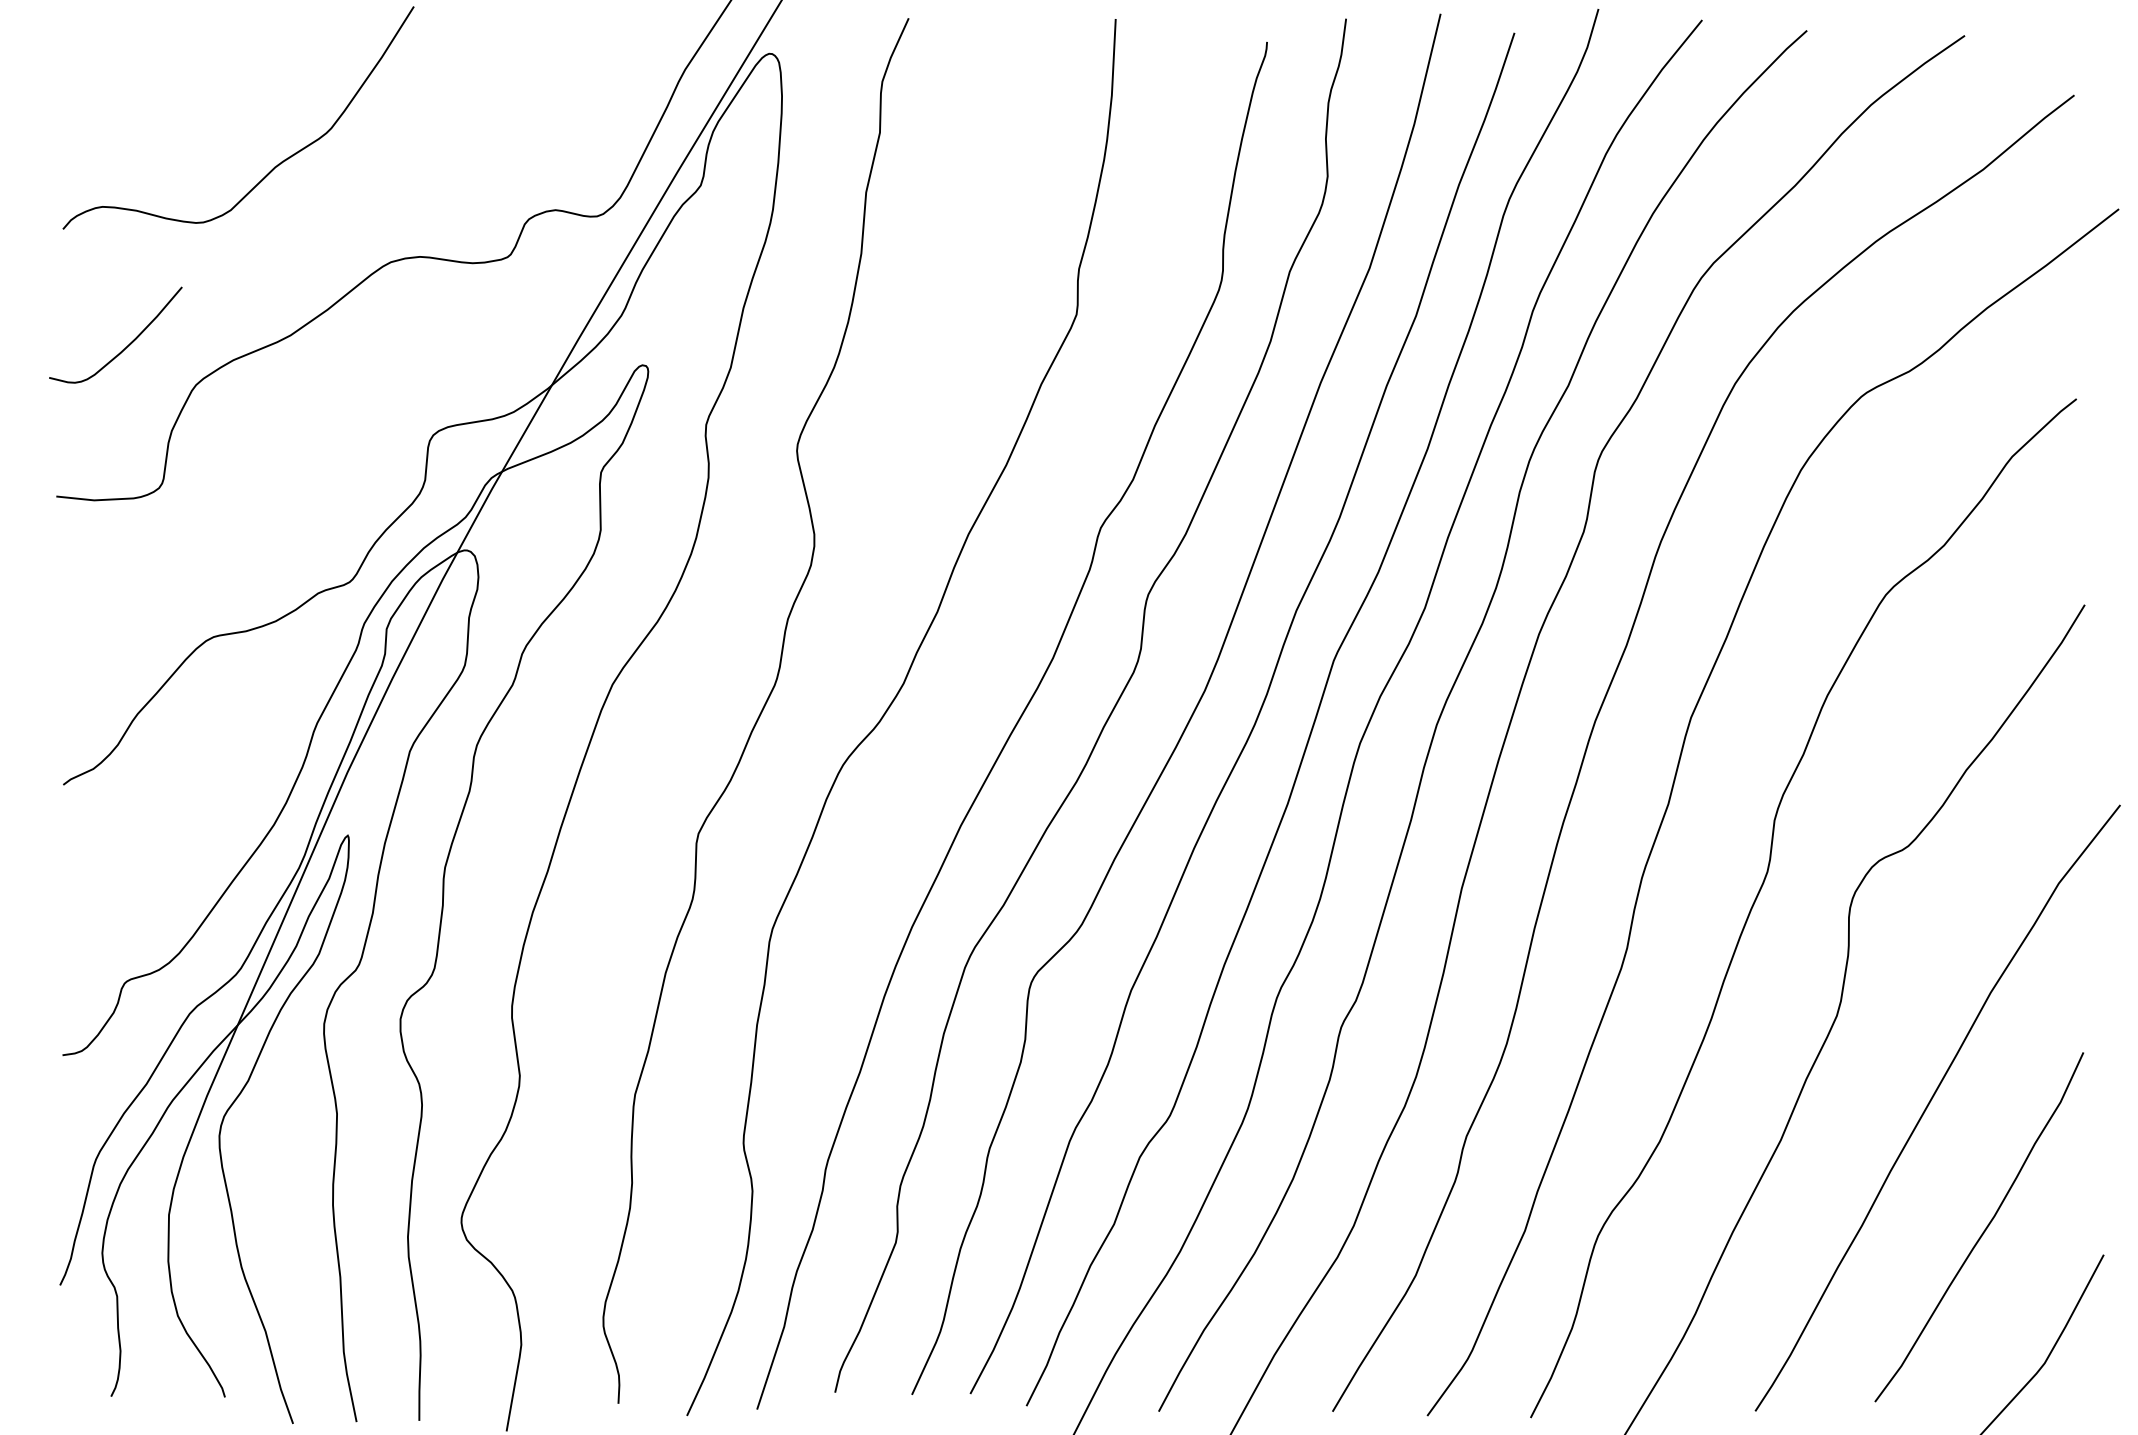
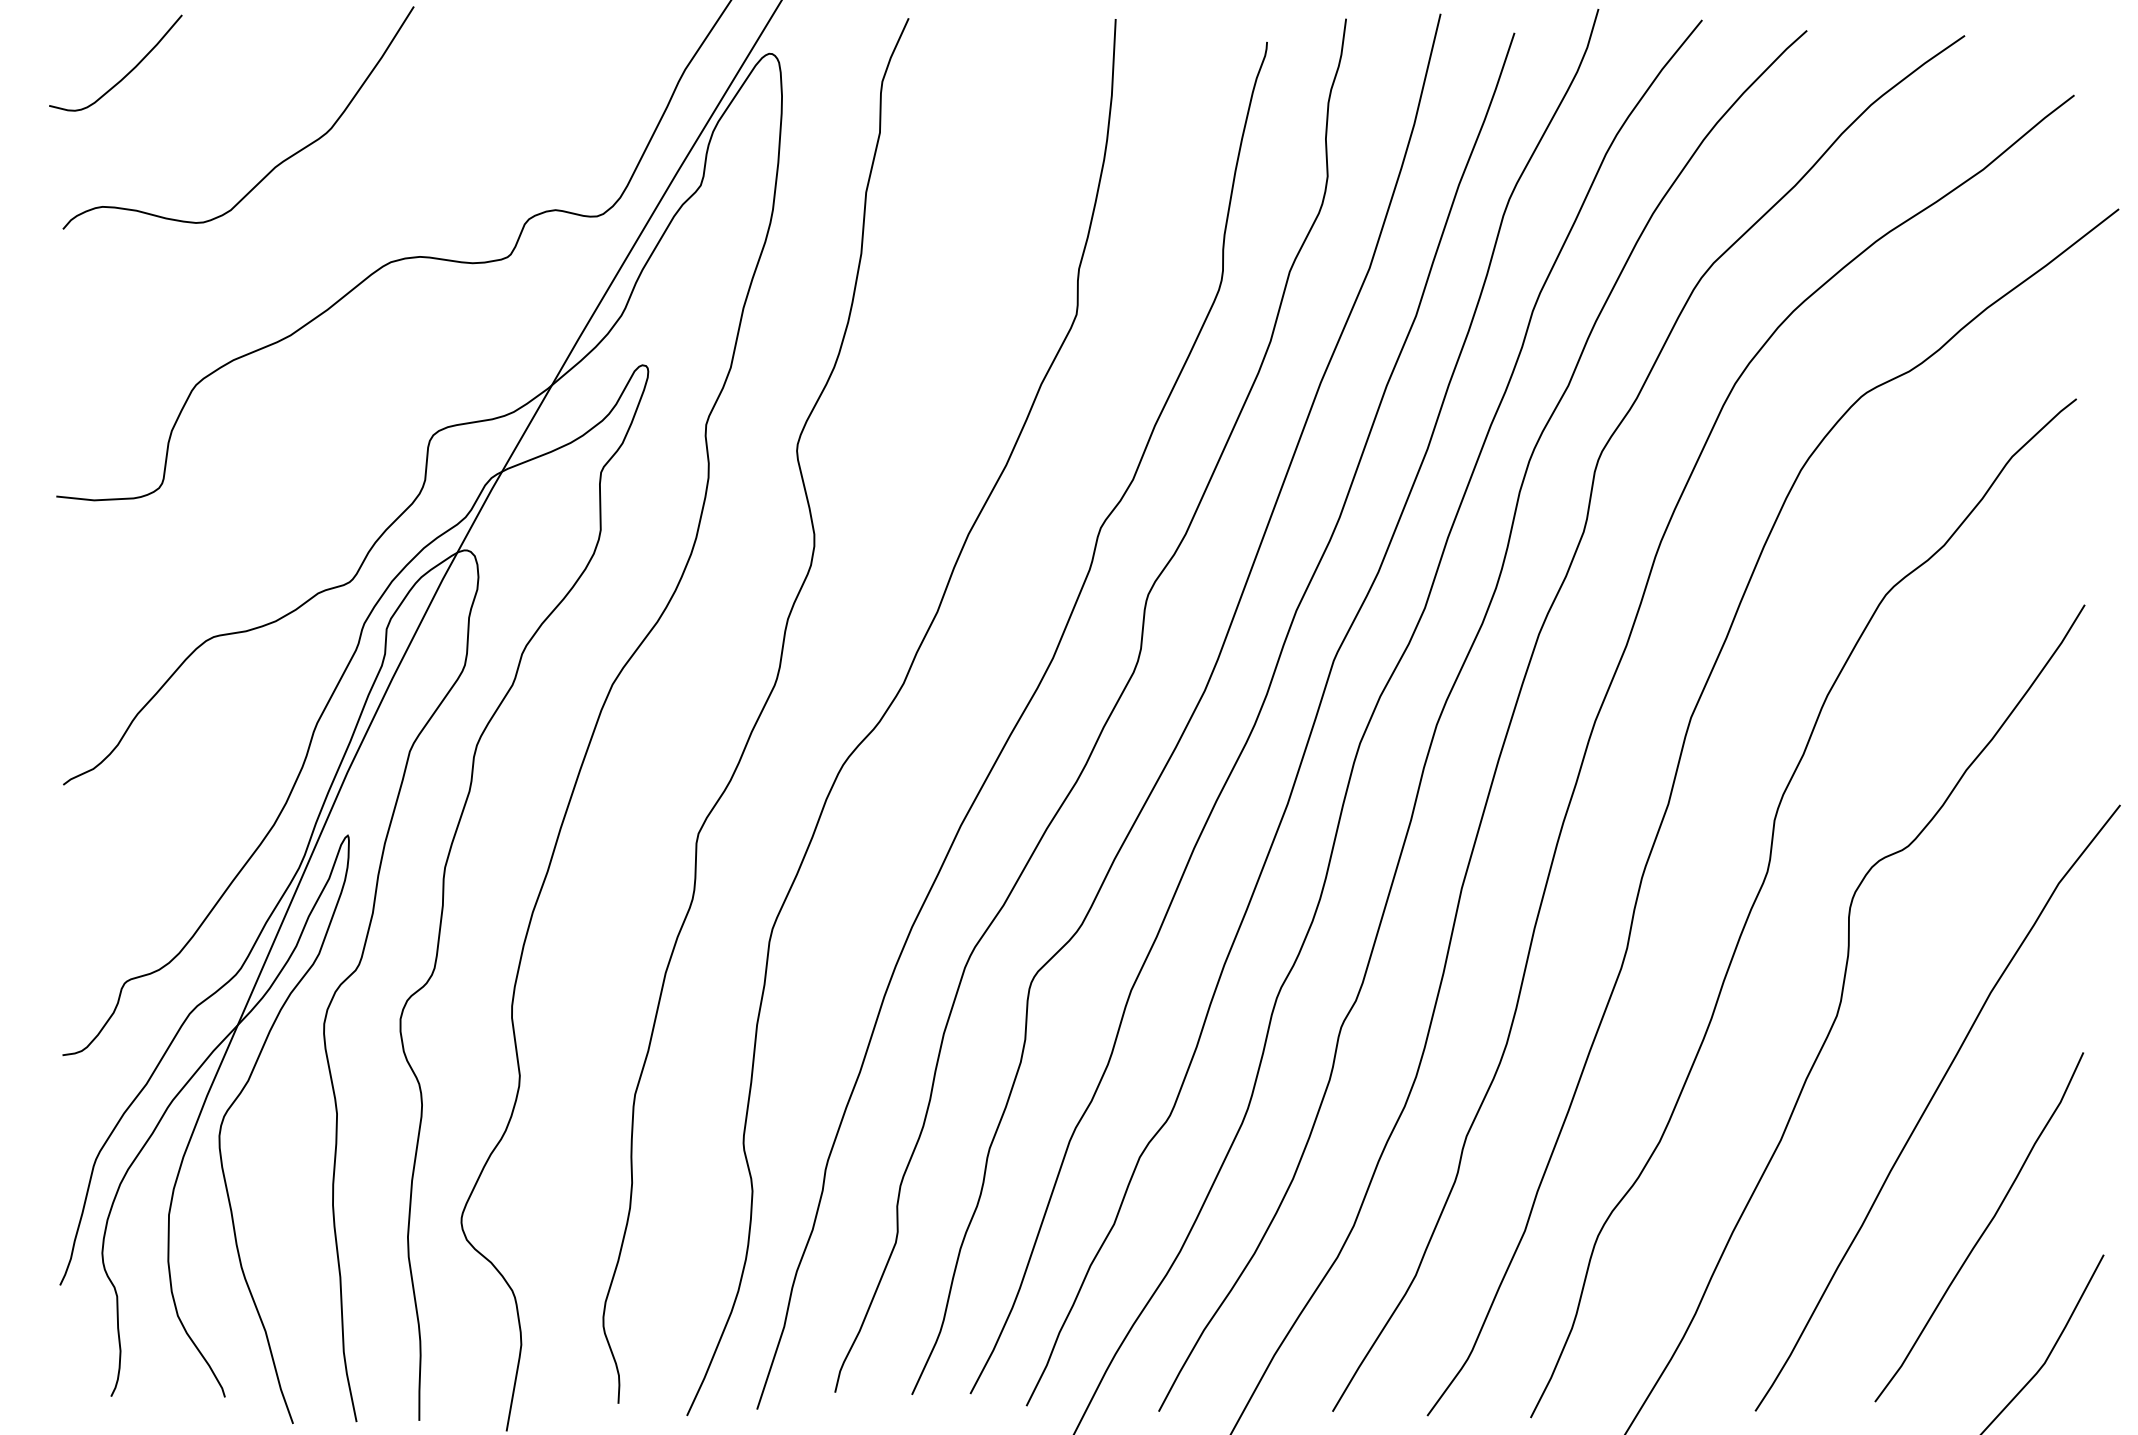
curve at (127, 345) position: (127, 345) -> (127, 73)
